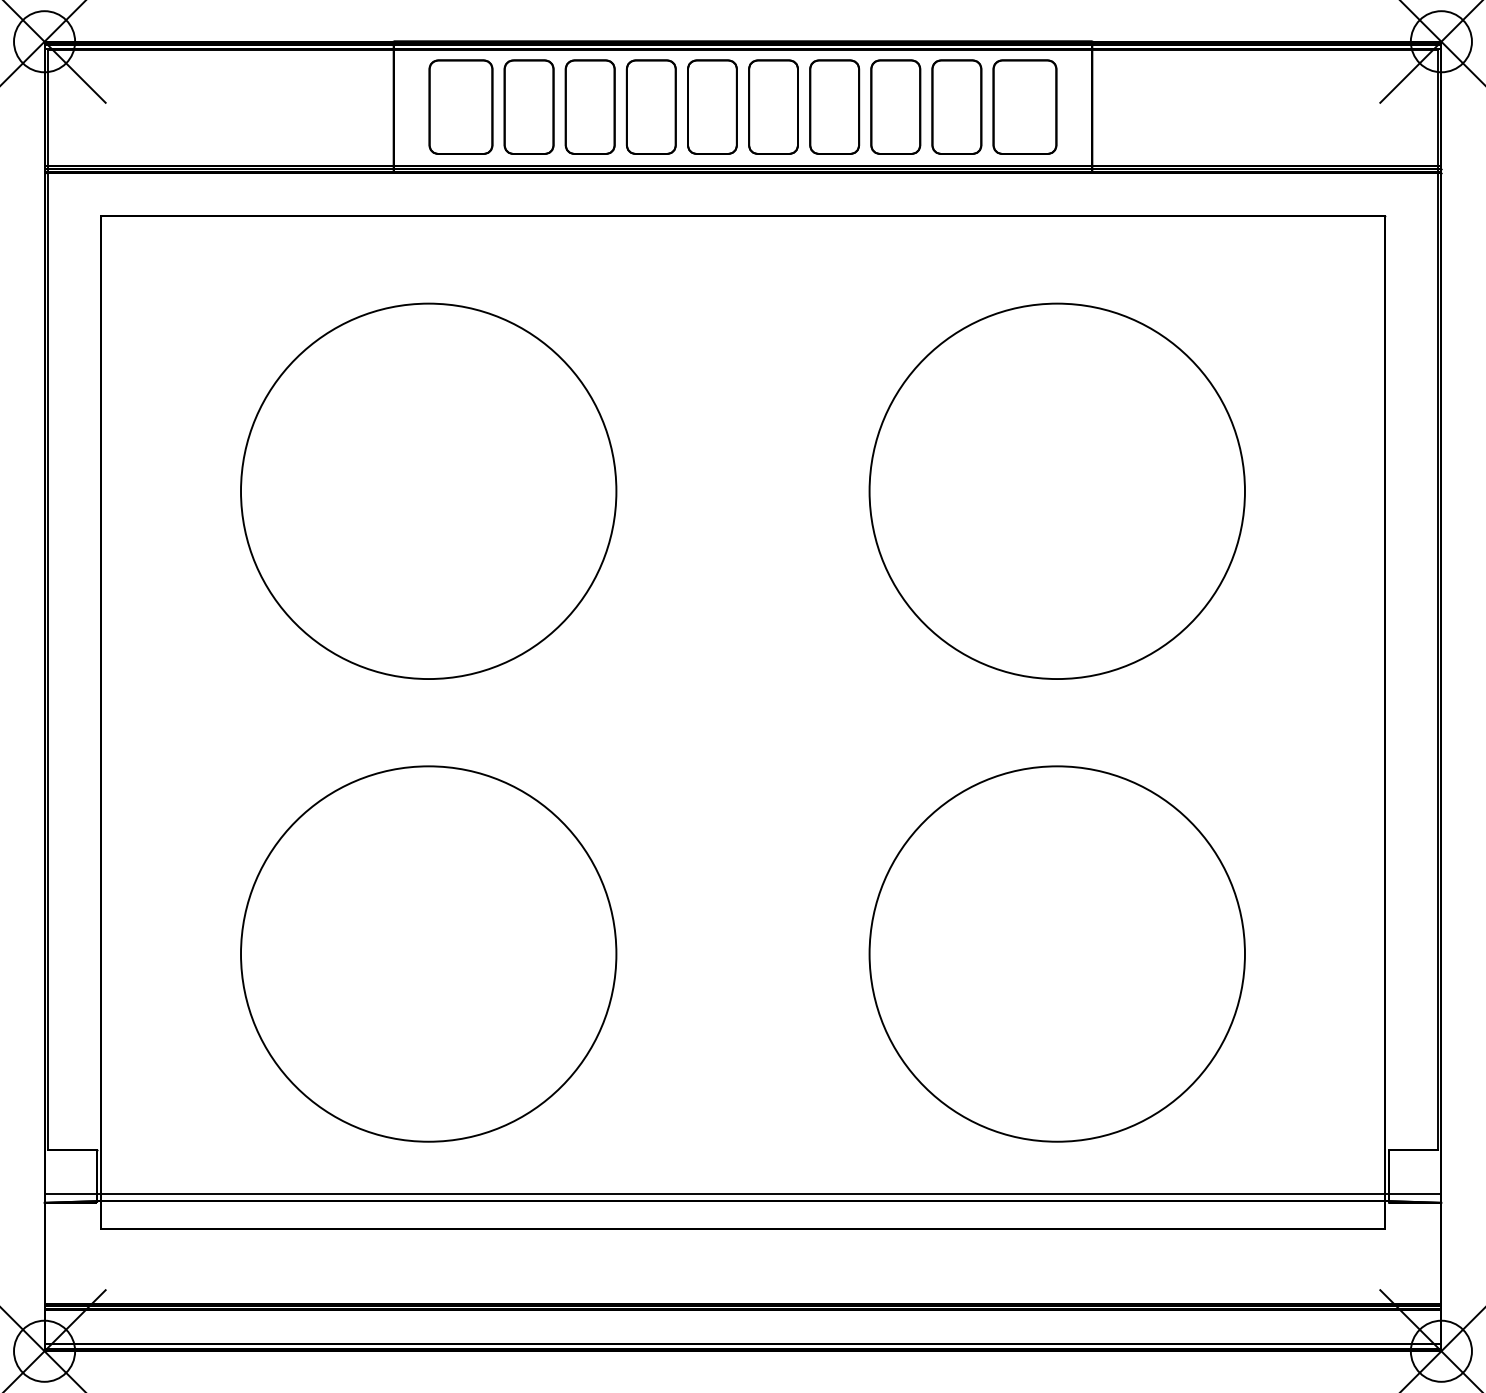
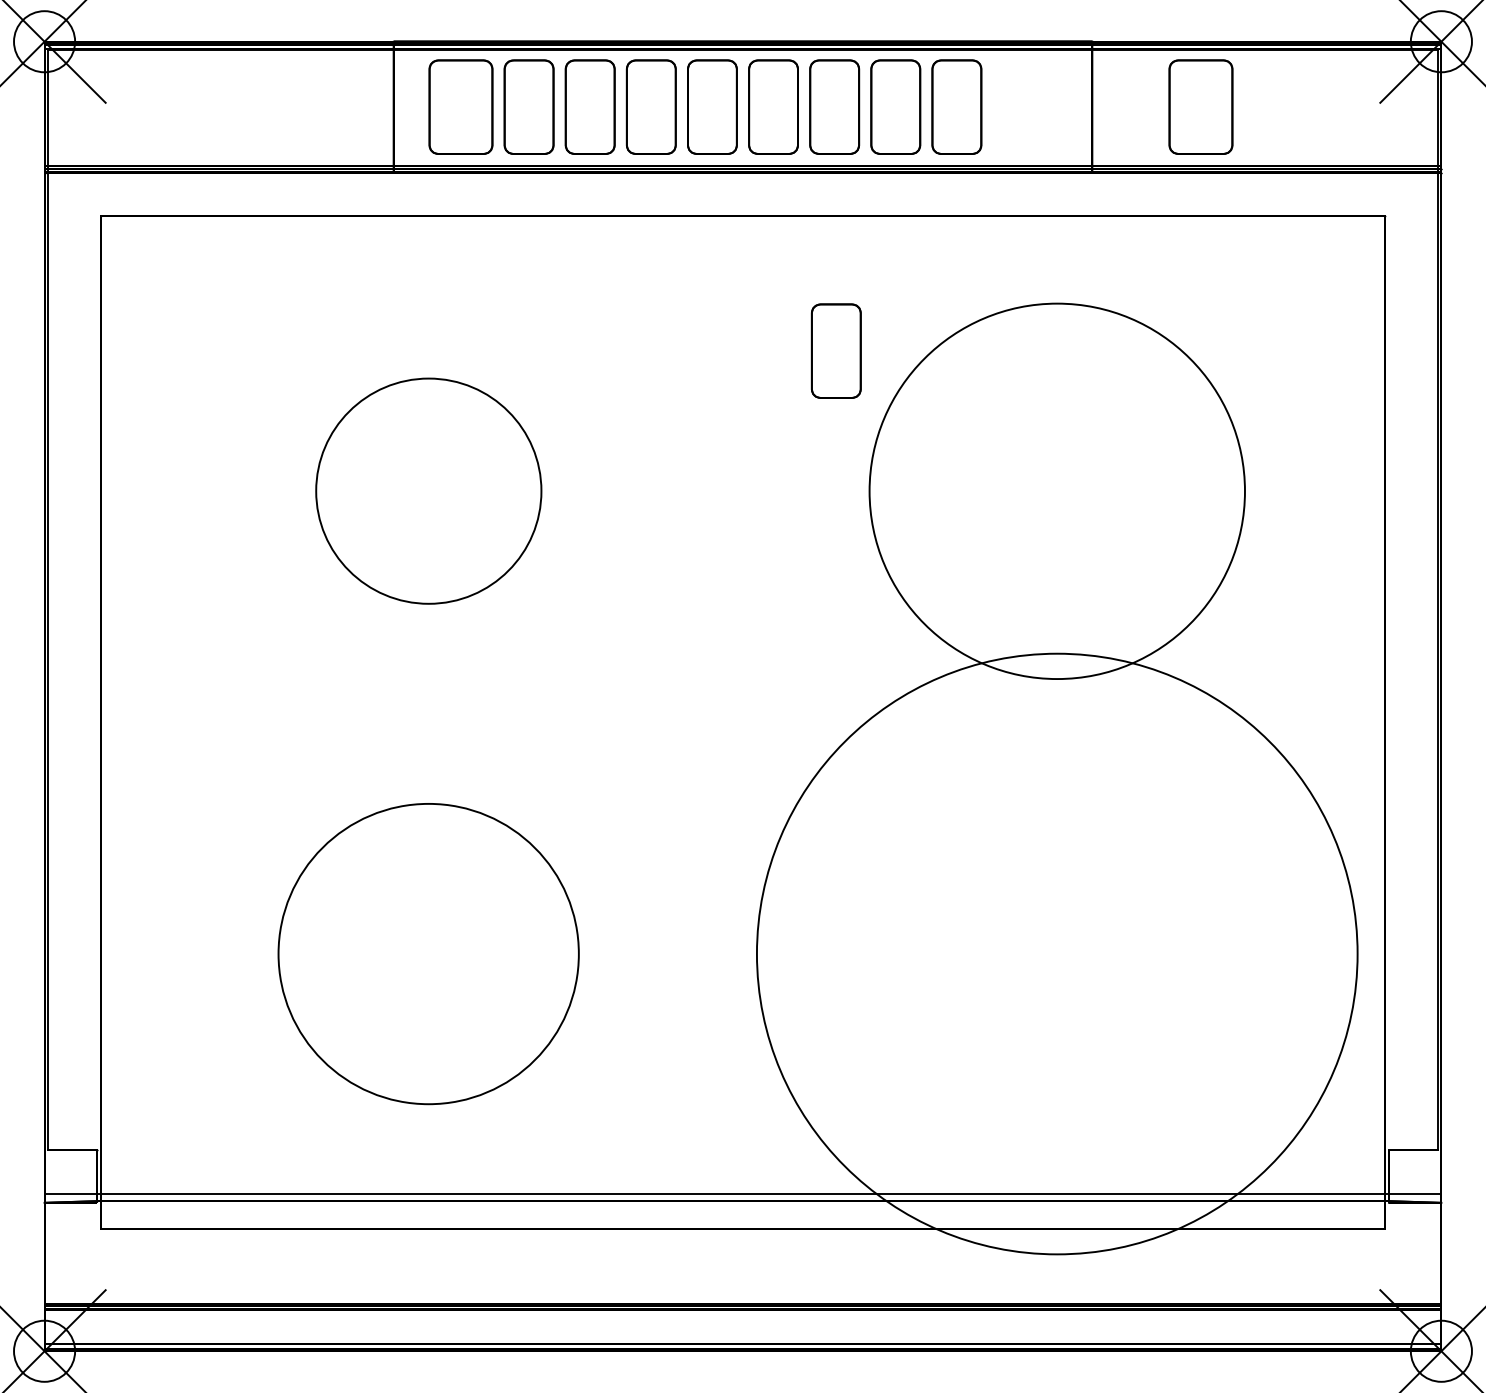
part at (1024, 106) position: (1024, 106) -> (1200, 106)
part at (835, 350): none -> present
circle at (428, 490) size: 378x378 px -> 228x228 px
circle at (428, 953) diameter: 375 px -> 300 px
circle at (1056, 953) diameter: 375 px -> 601 px
